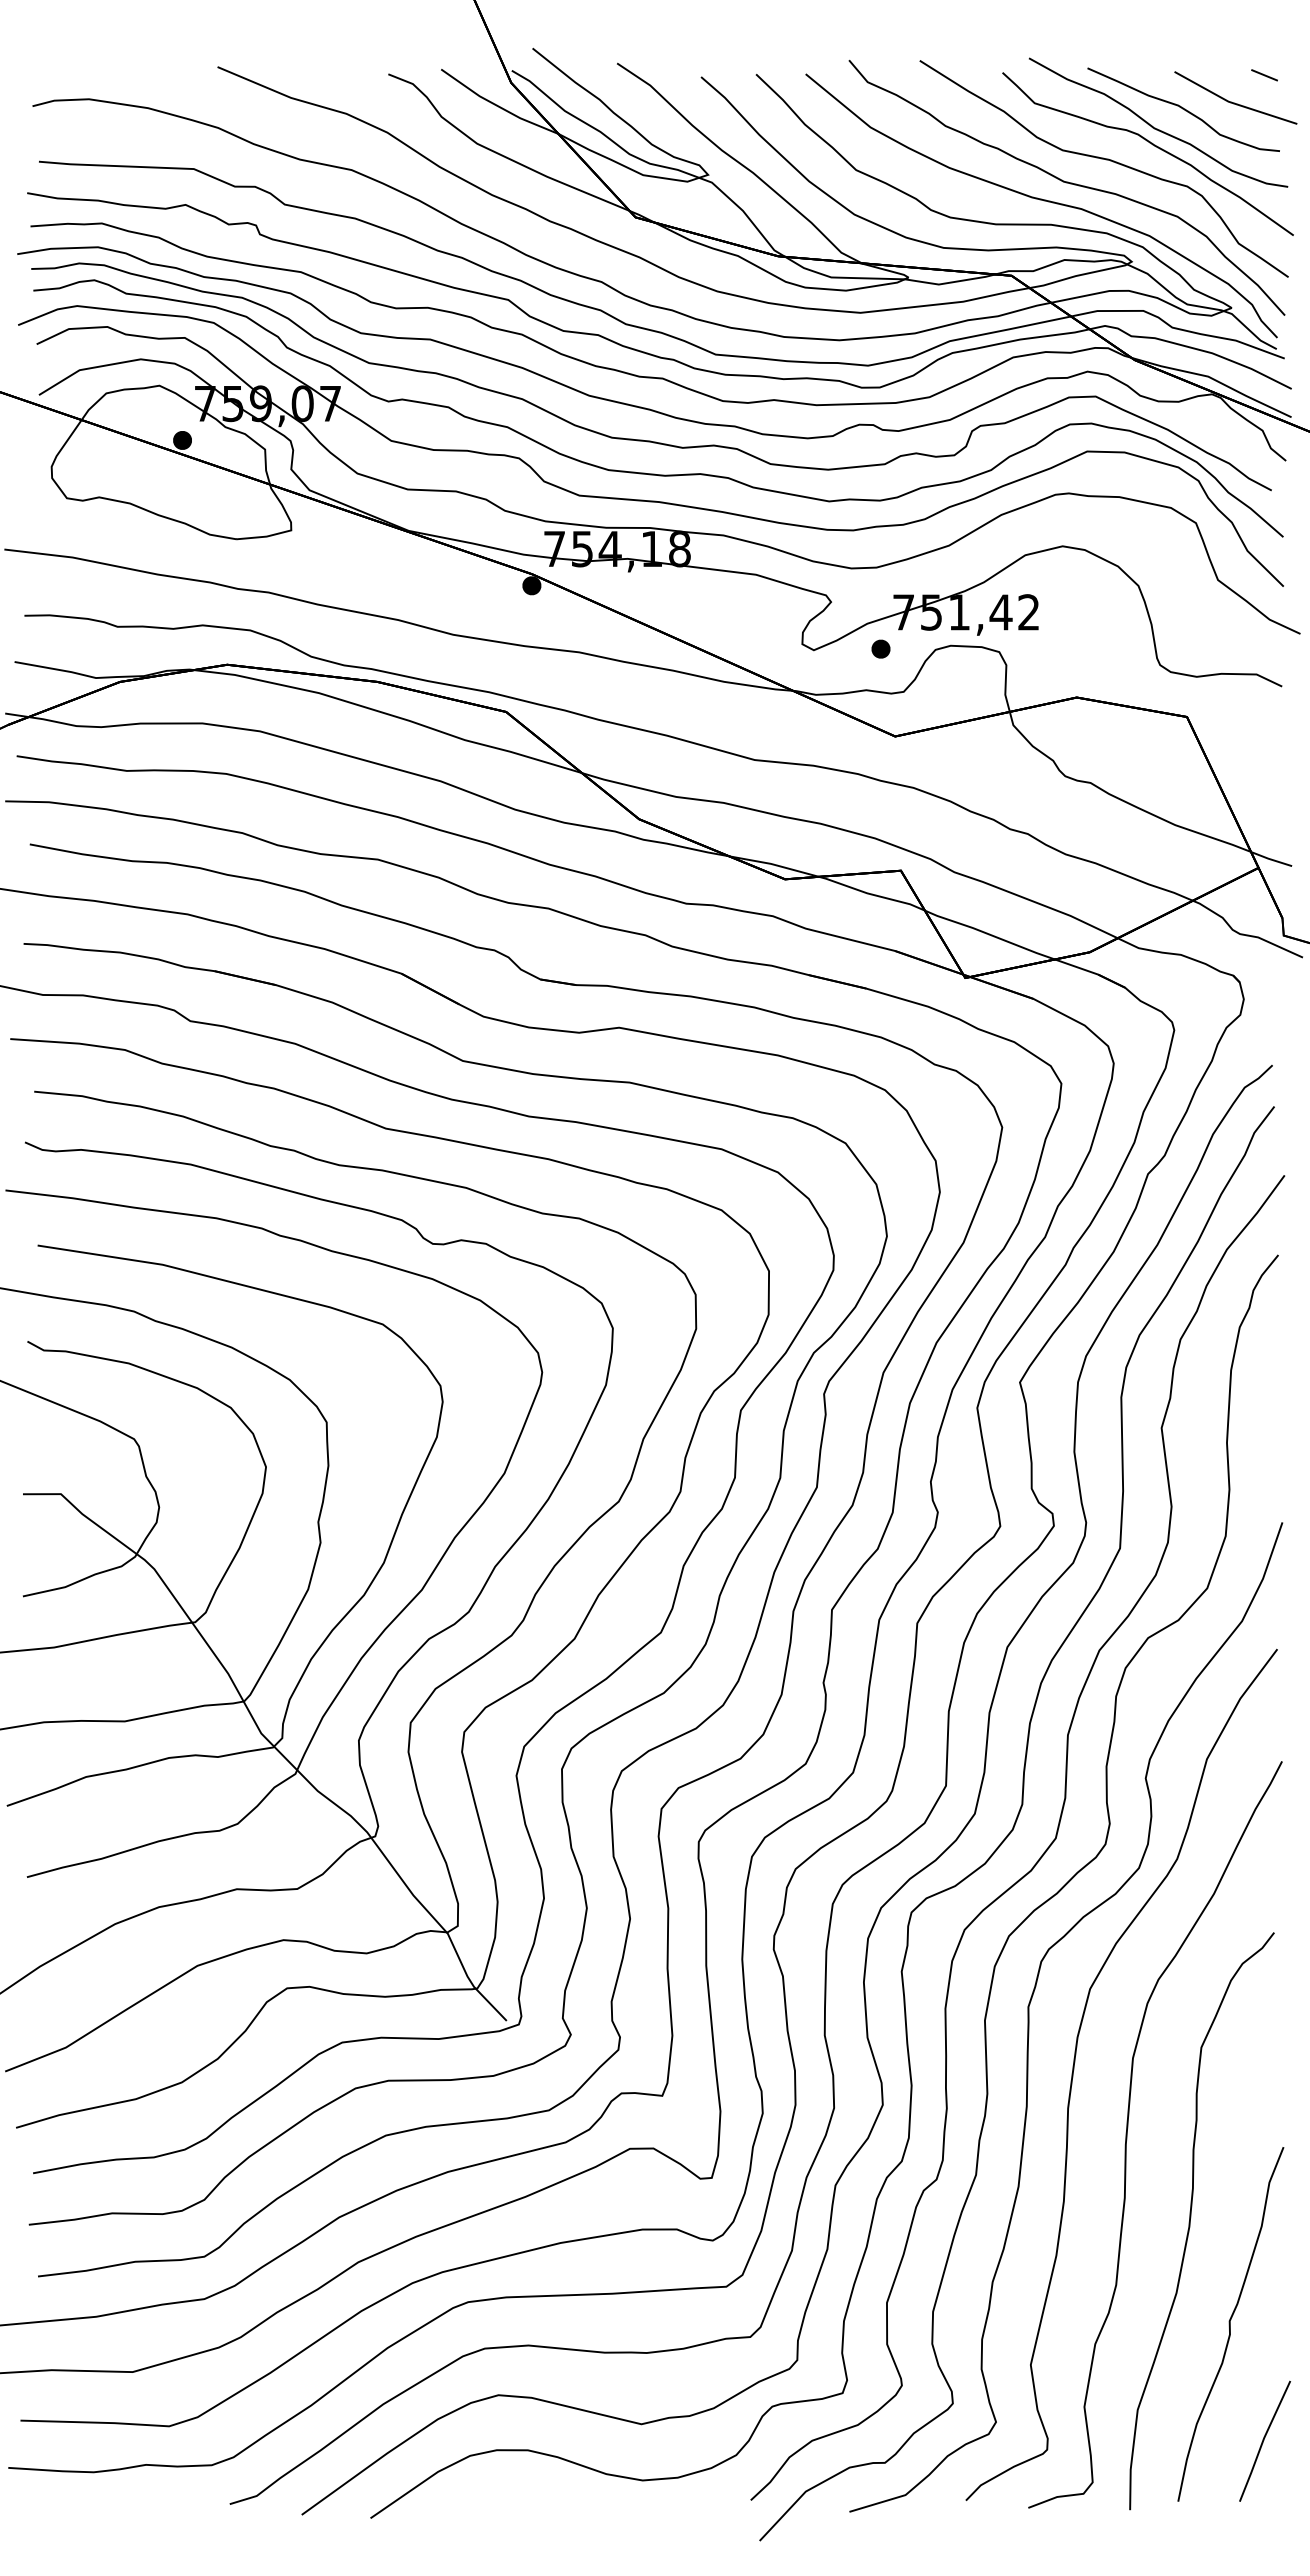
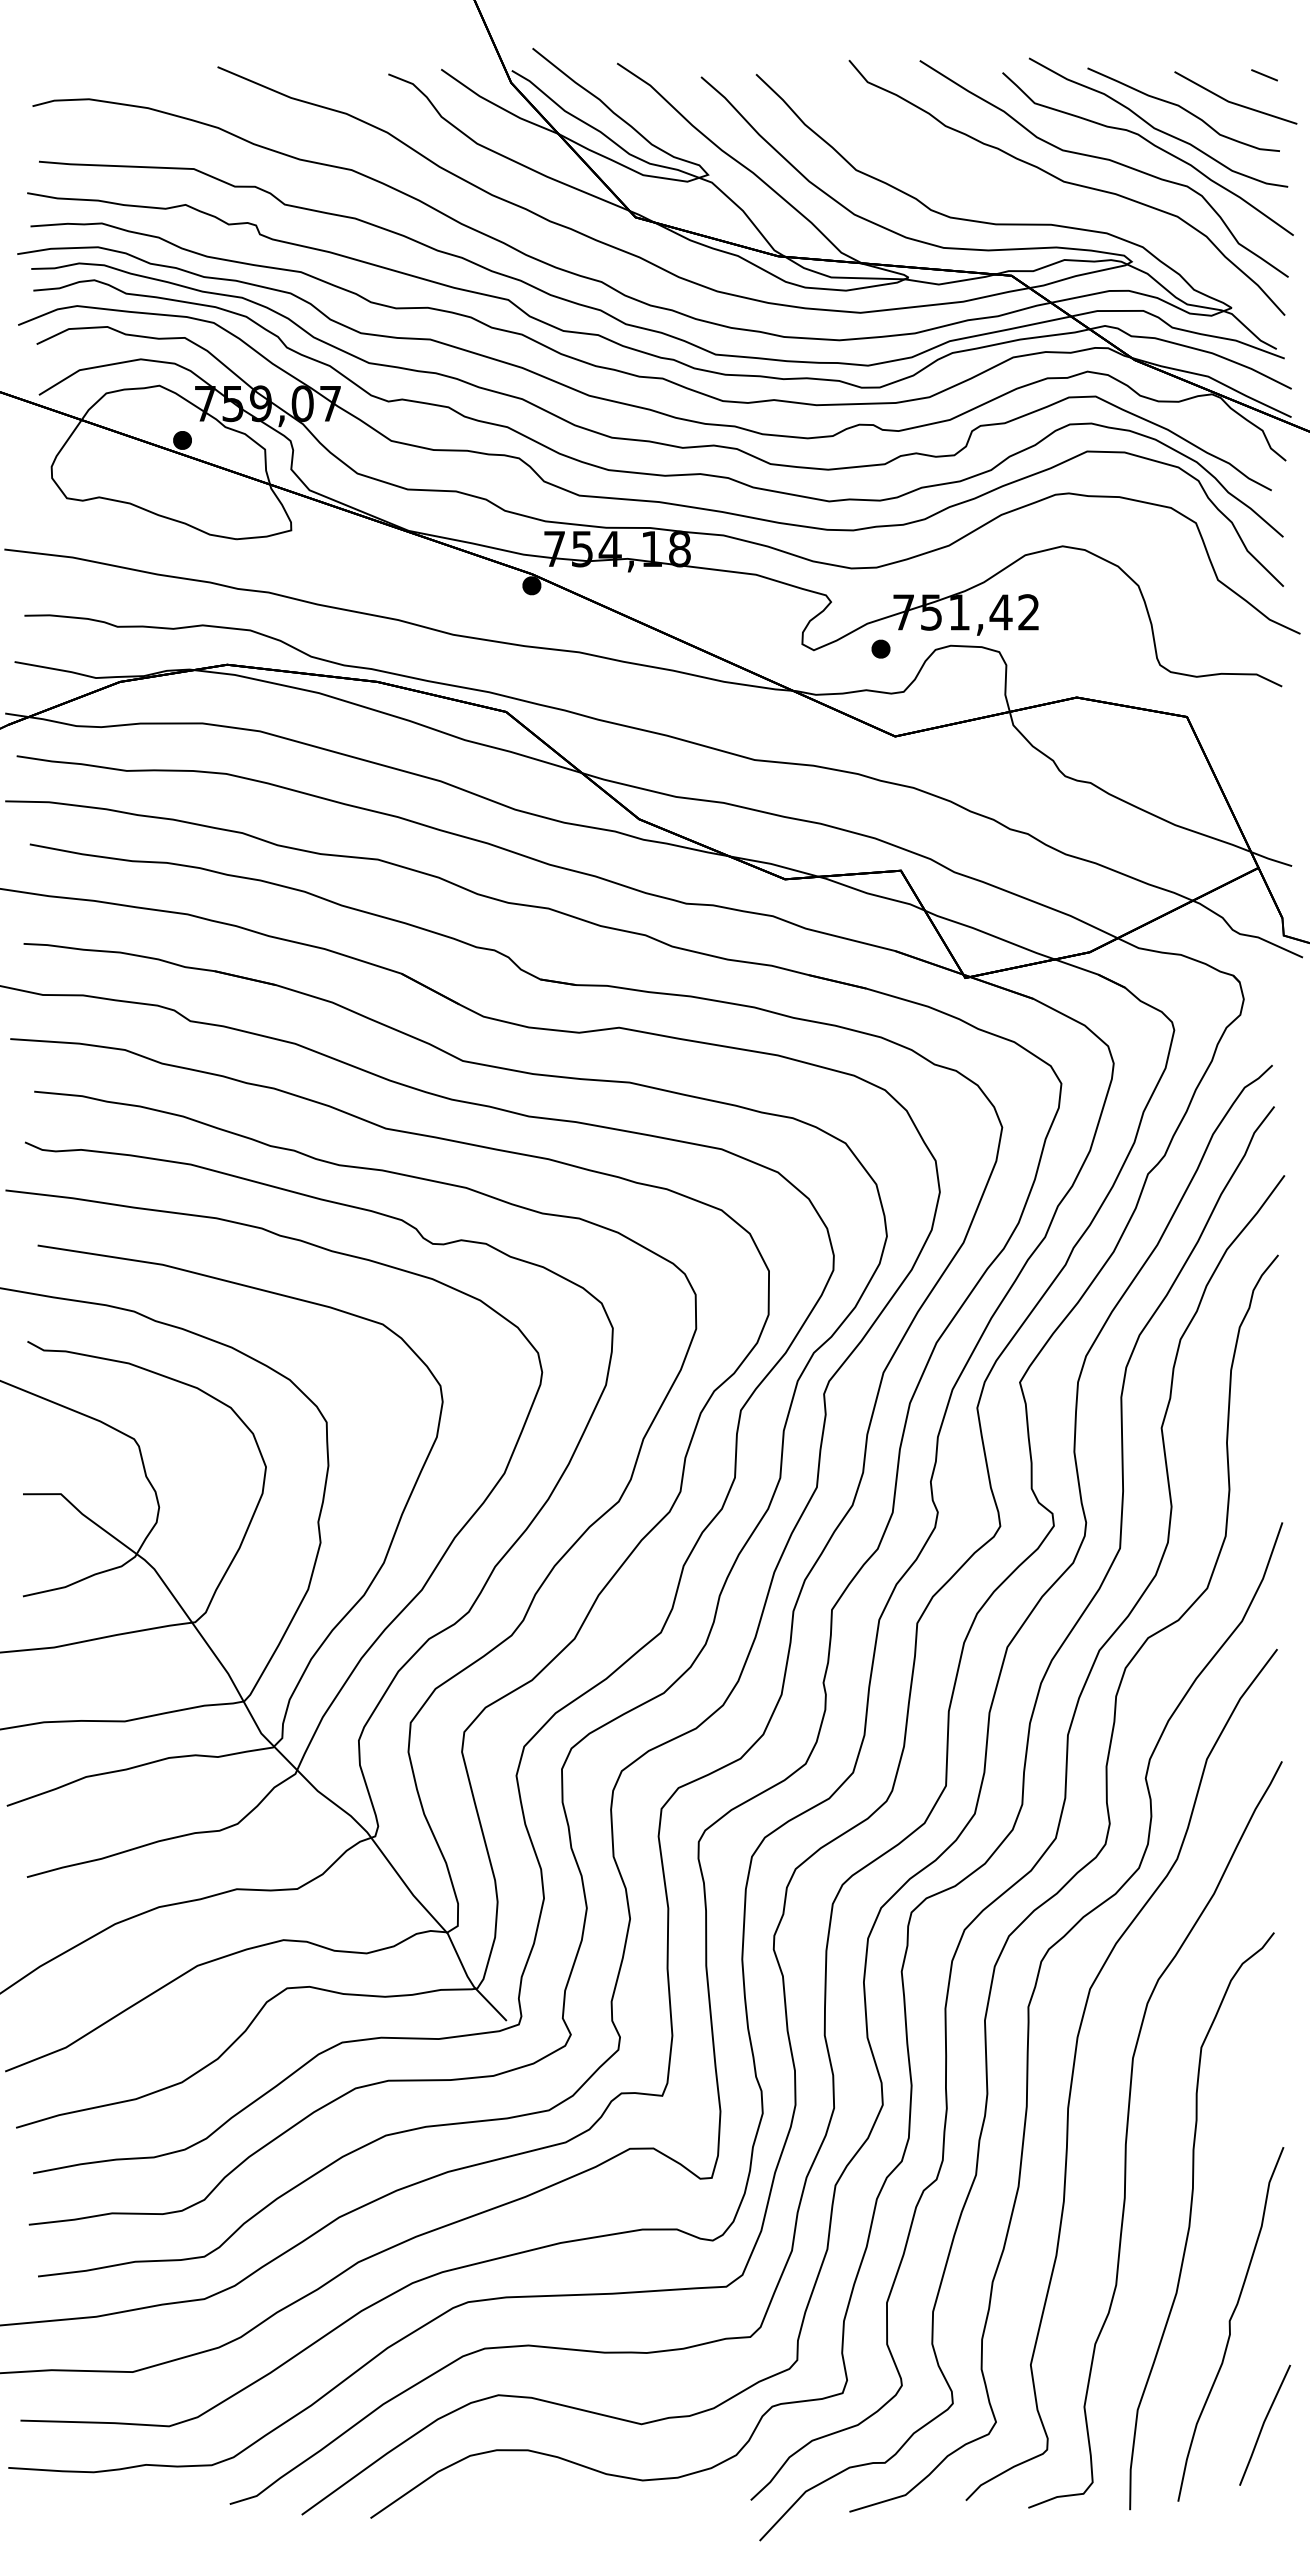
curve at (1041, 200): present -> none
line at (1264, 2440) position: (1264, 2440) -> (1264, 2424)
